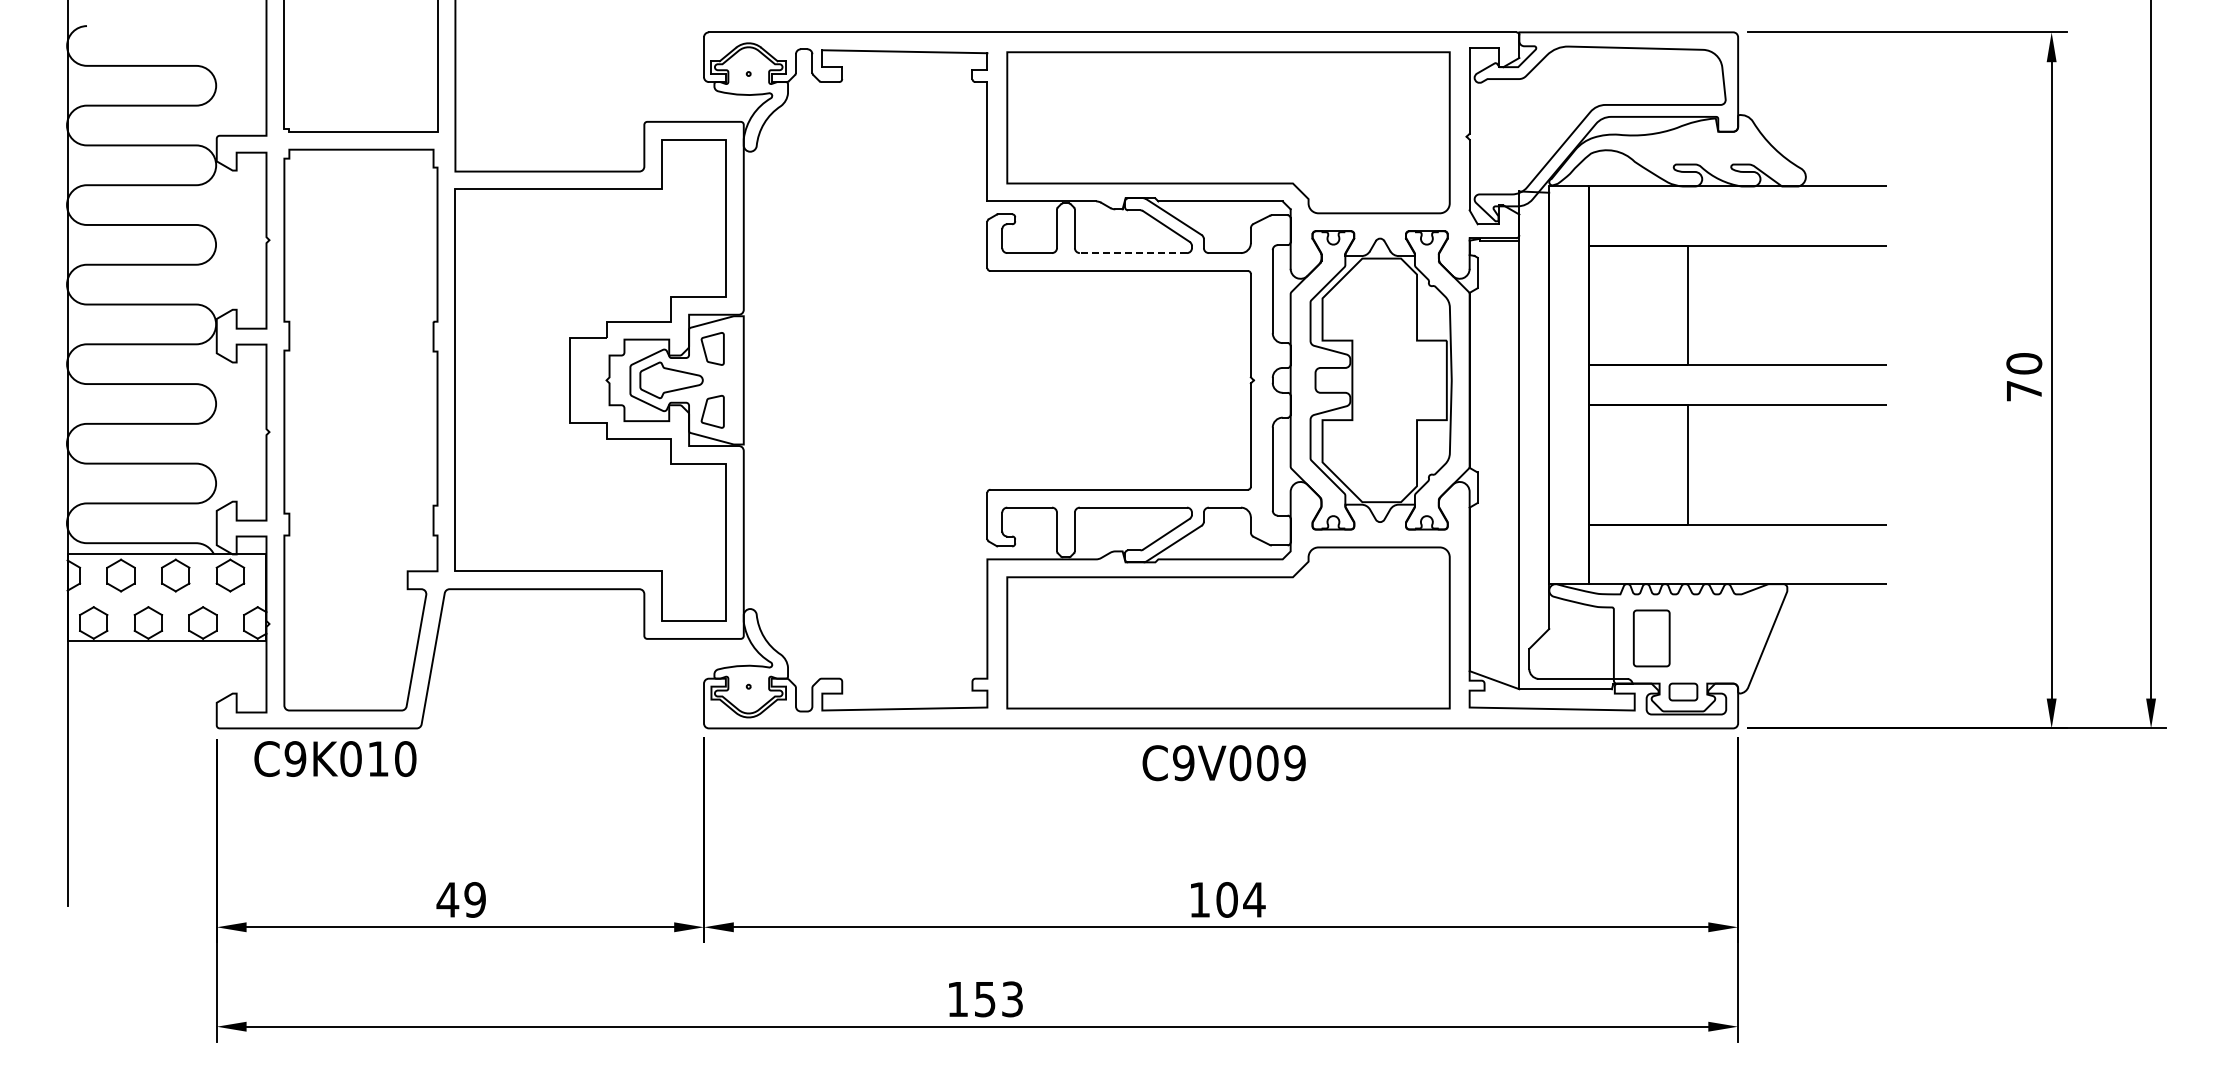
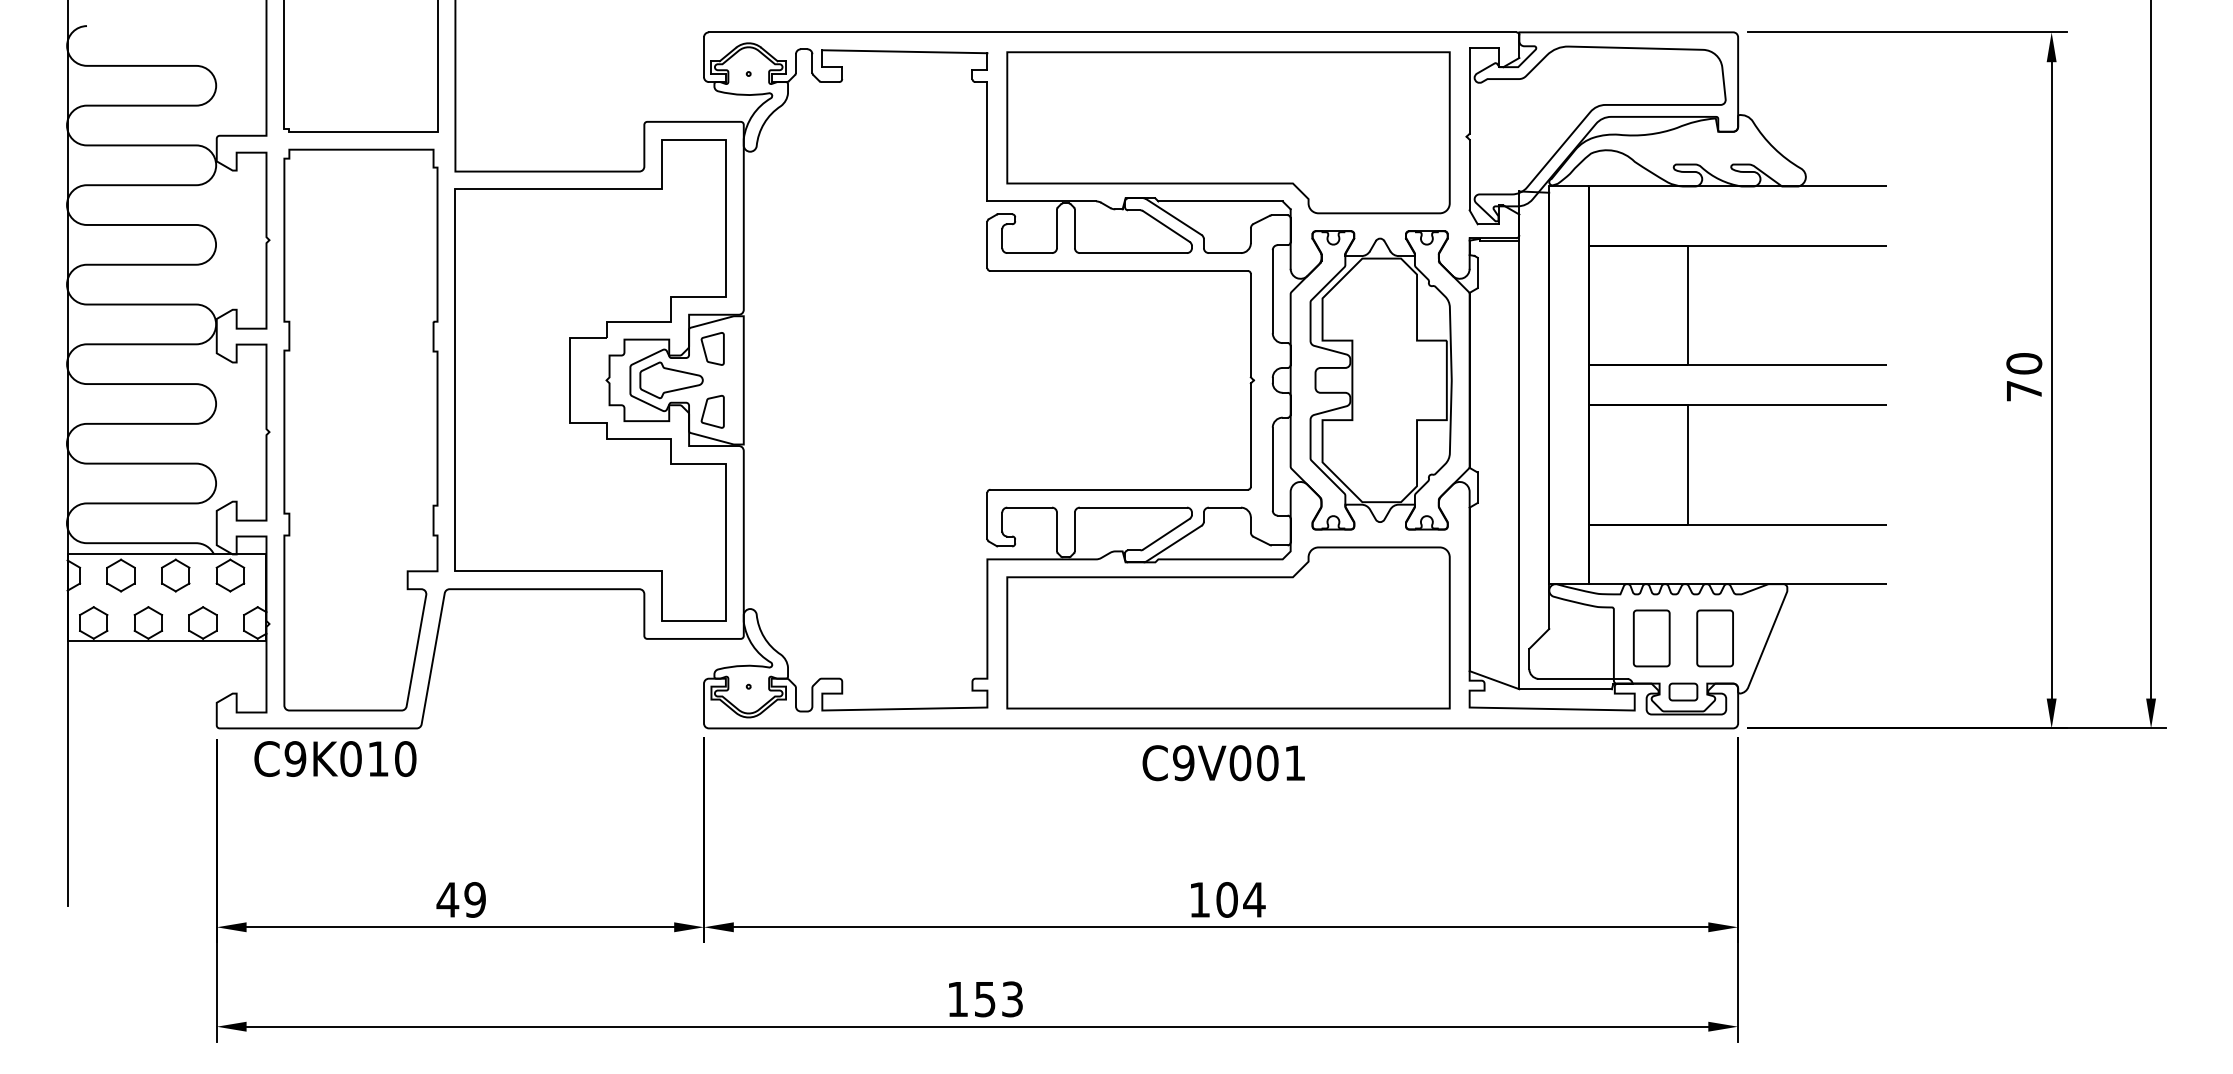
line at (1133, 253): dashed -> solid
part at (1714, 638): none -> present
text at (1294, 763): C9V009 -> C9V001
